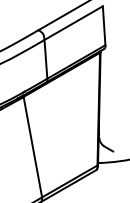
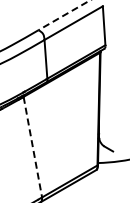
line at (64, 15): solid -> dashed
line at (32, 147): solid -> dashed
